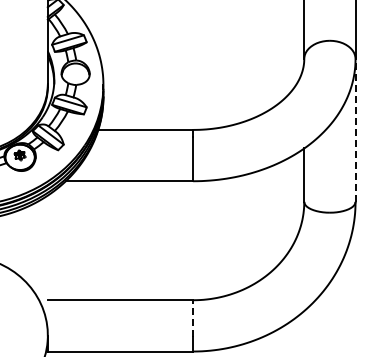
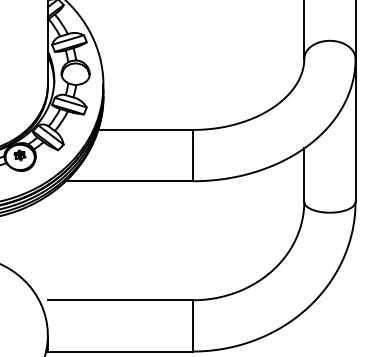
line at (355, 129): dashed -> solid
line at (193, 317): dashed -> solid
